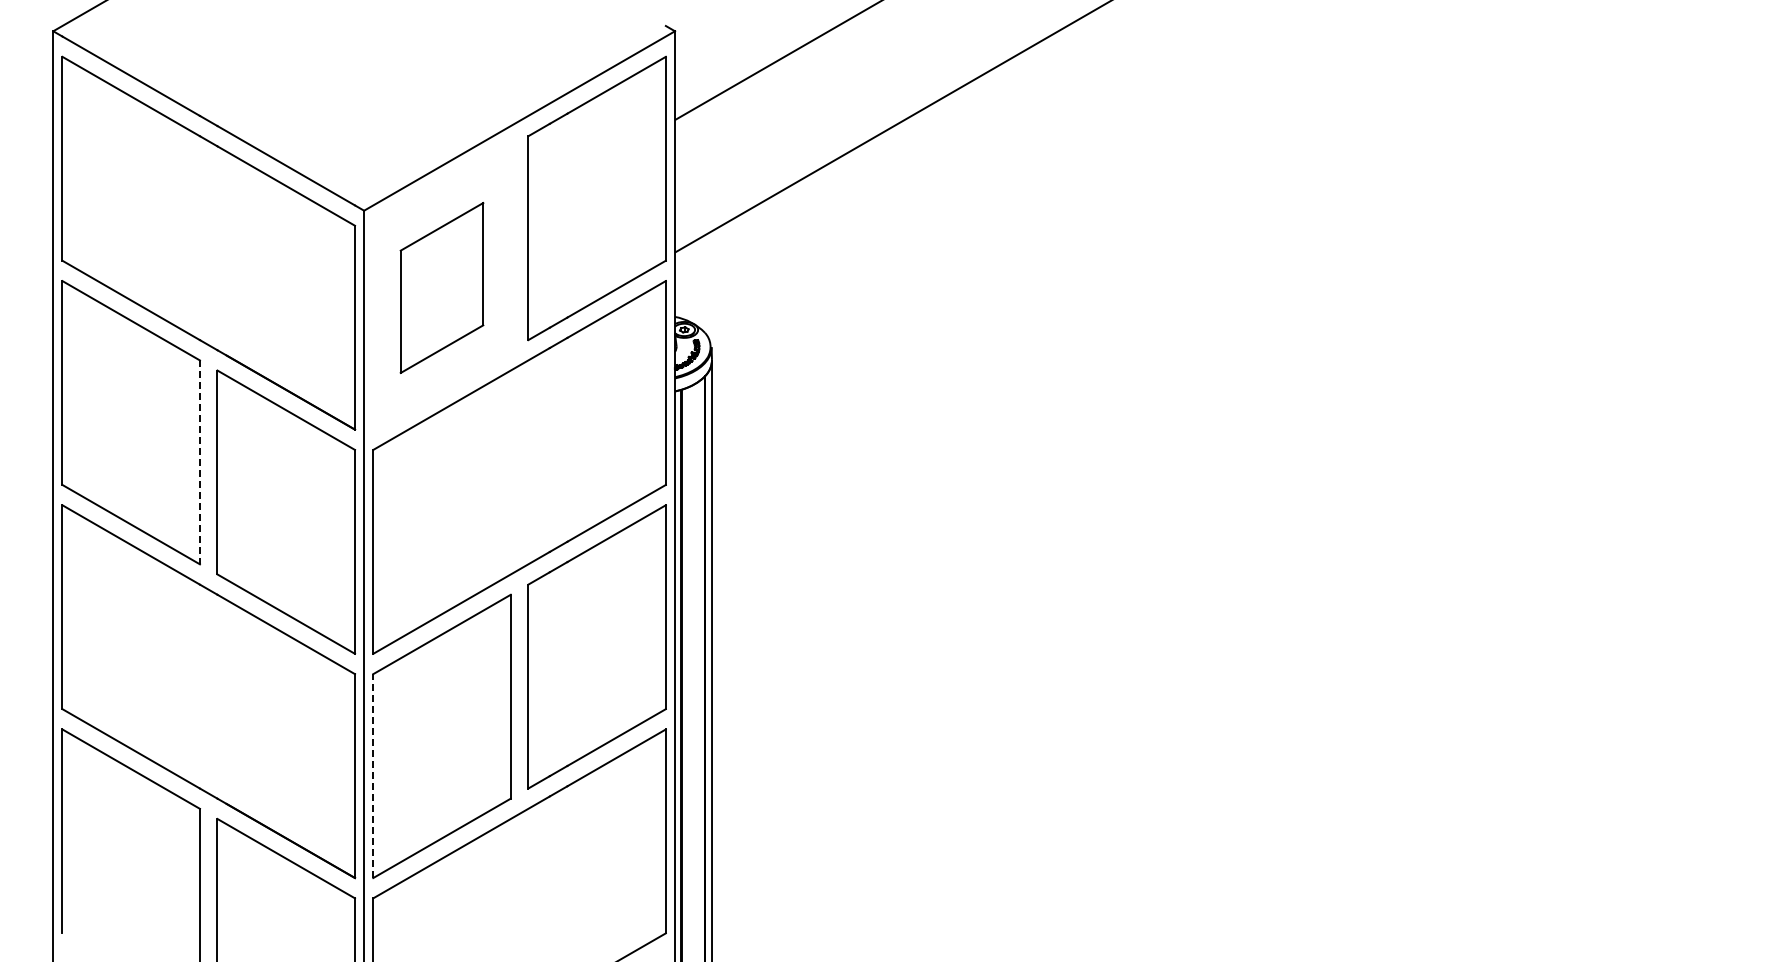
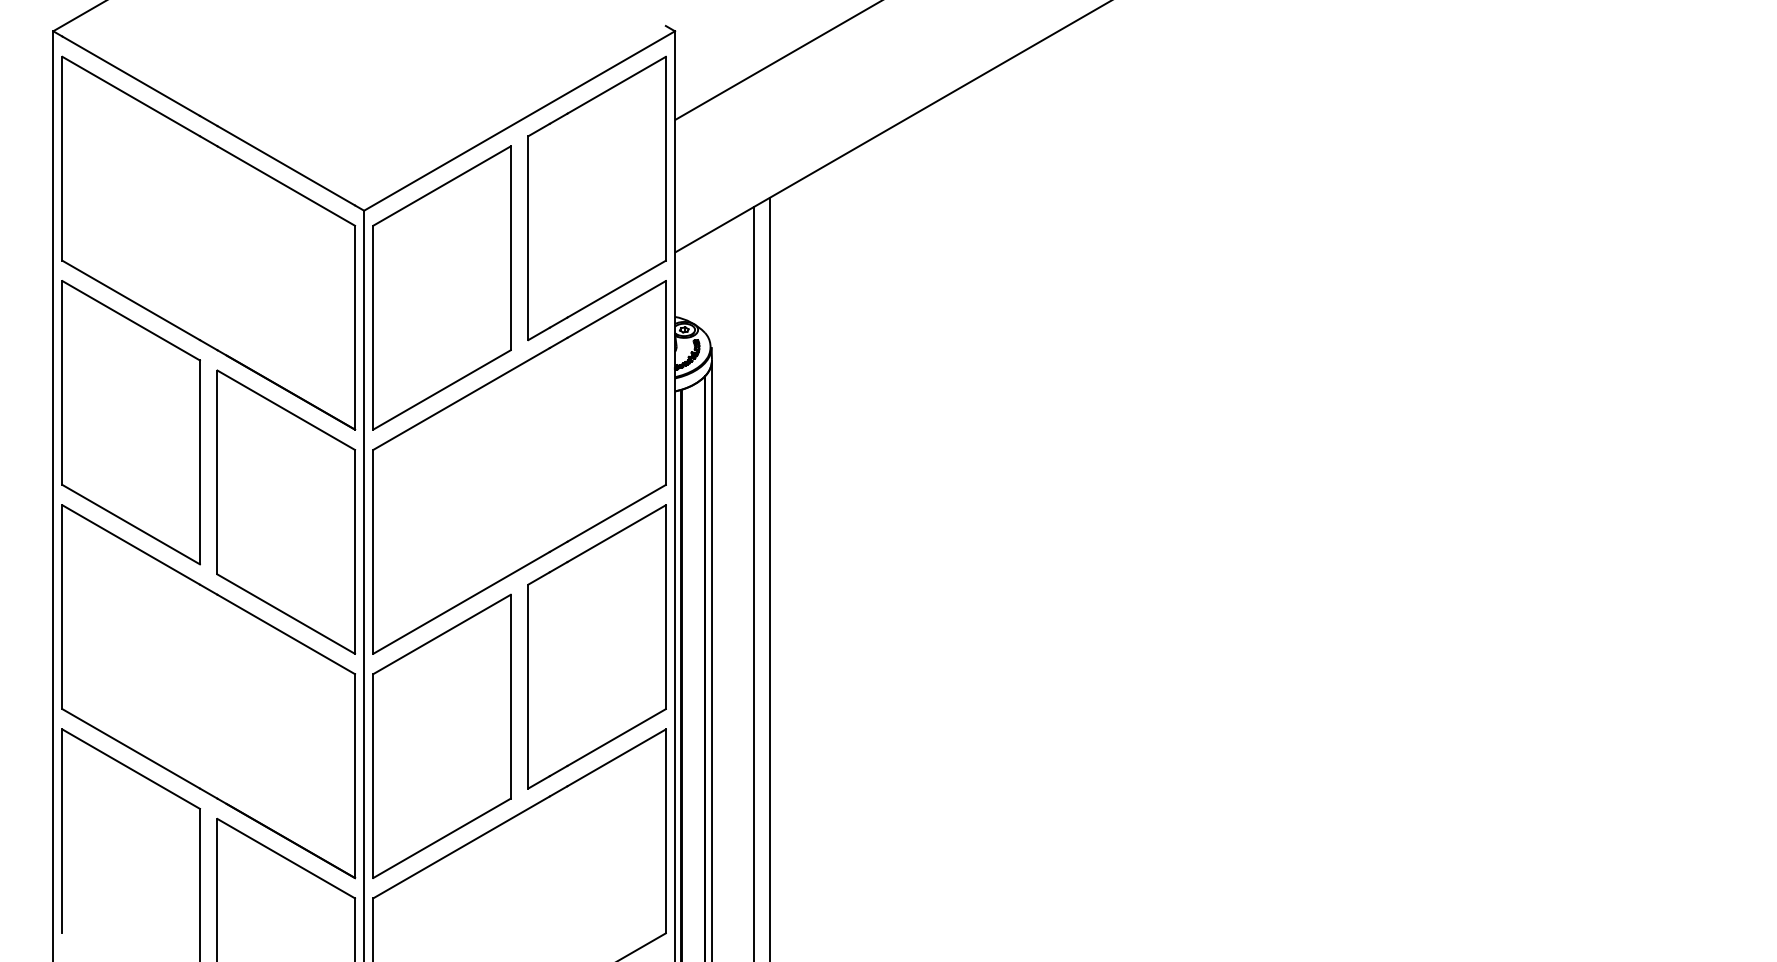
part at (441, 287) size: 86x172 px -> 140x286 px
line at (199, 462): dashed -> solid
line at (769, 577): none -> present
line at (754, 582): none -> present
line at (373, 776): dashed -> solid
